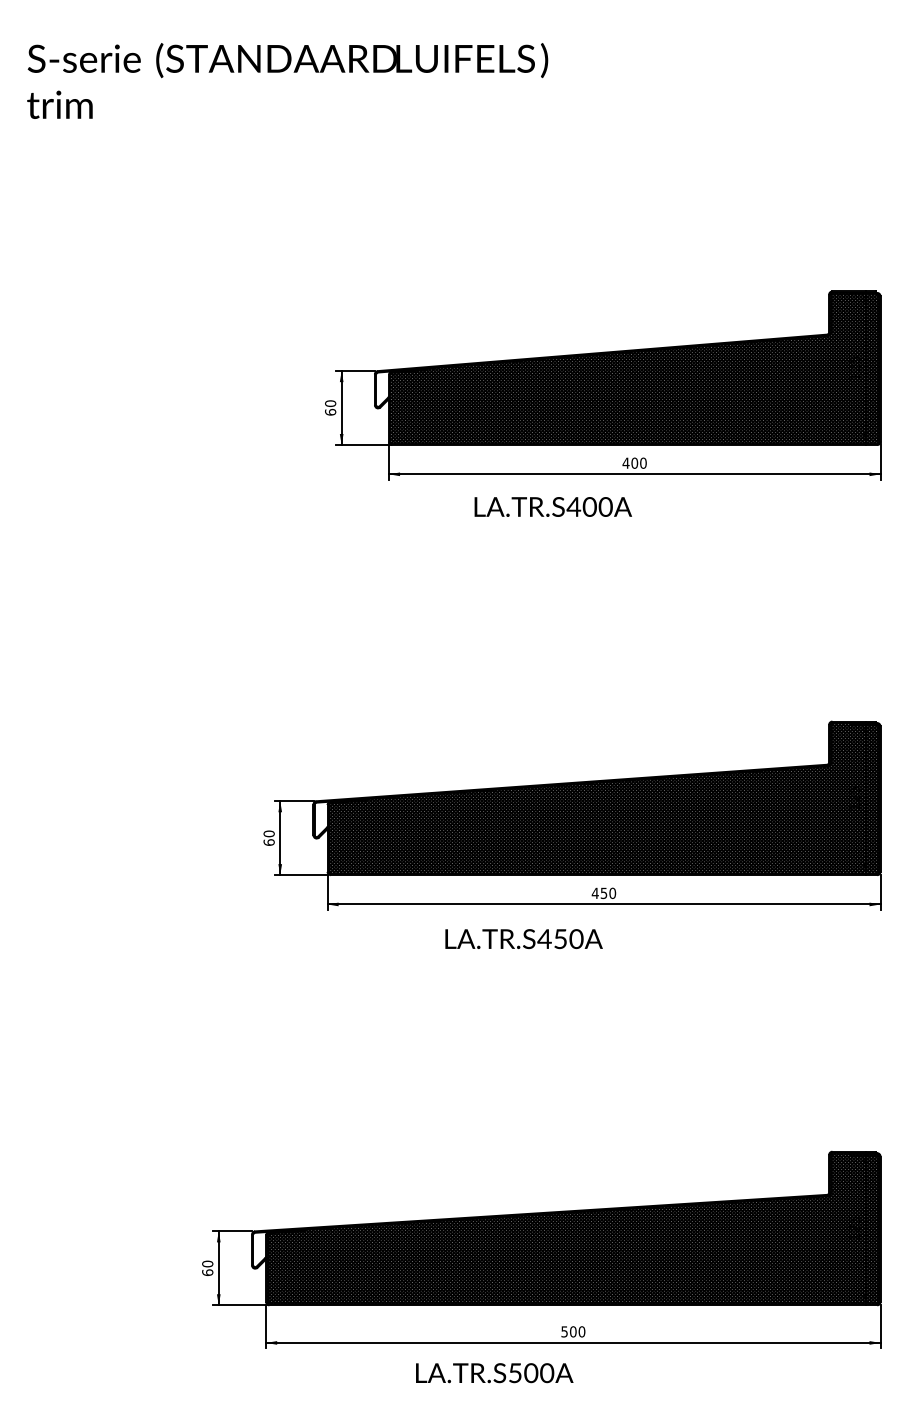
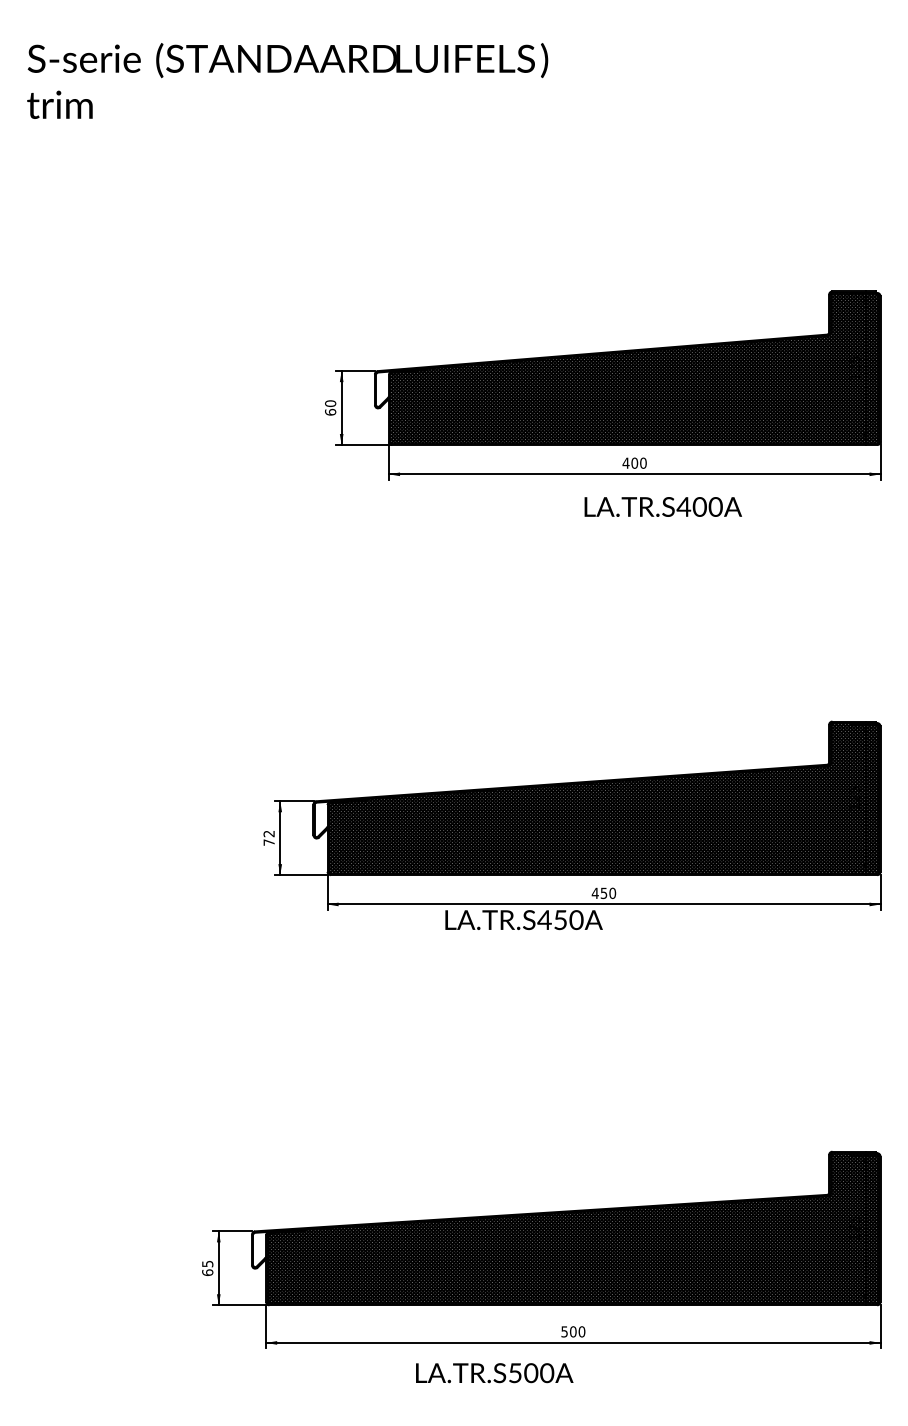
text at (552, 506) position: (552, 506) -> (662, 506)
text at (268, 837): 60 -> 72
text at (523, 939) position: (523, 939) -> (523, 920)
text at (207, 1263): 60 -> 65
